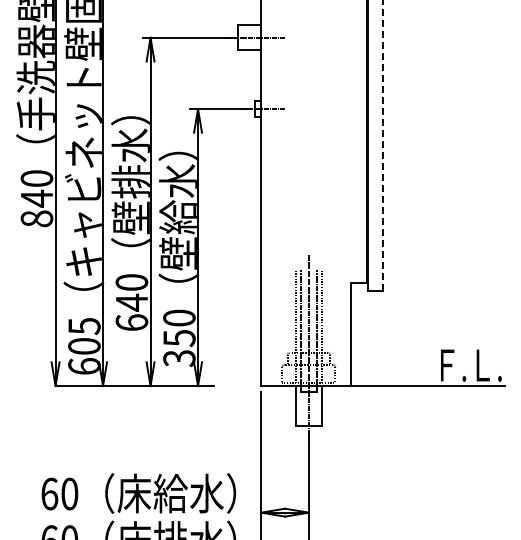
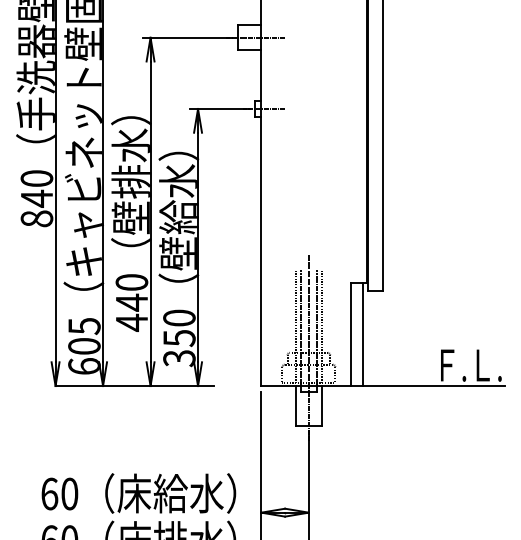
line at (383, 145): dashed -> solid
text at (131, 322): 640 -> 440
line at (362, 334): none -> present
